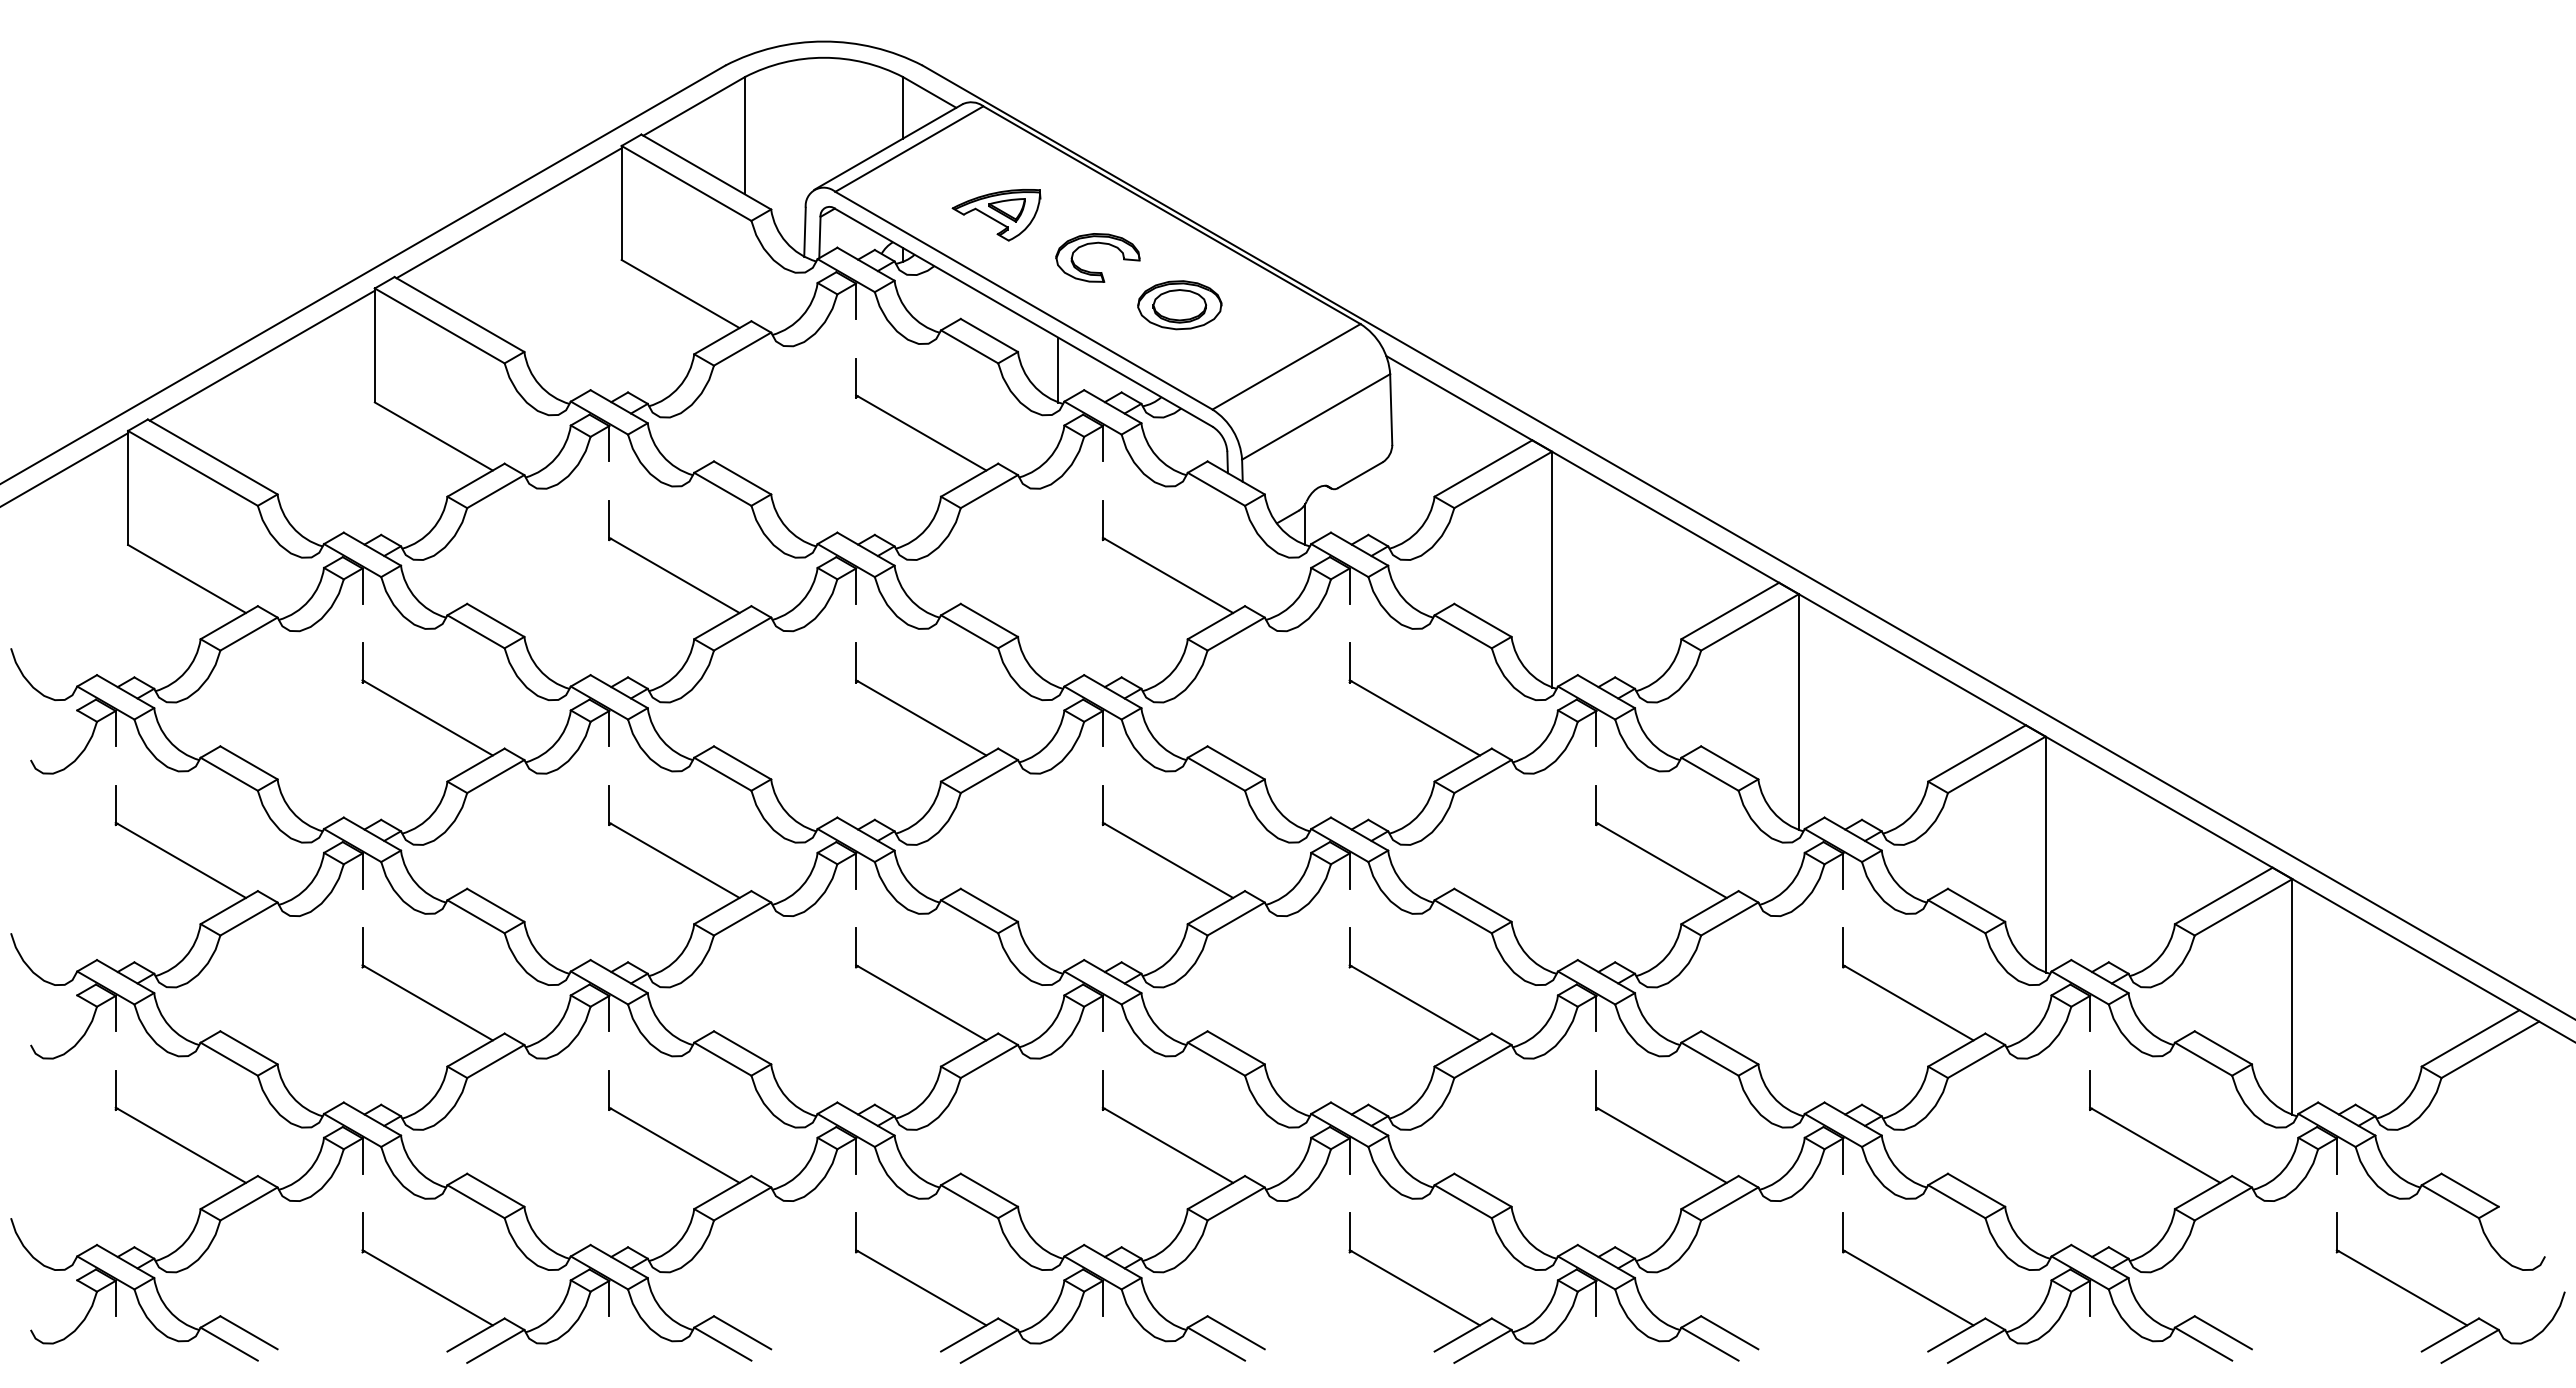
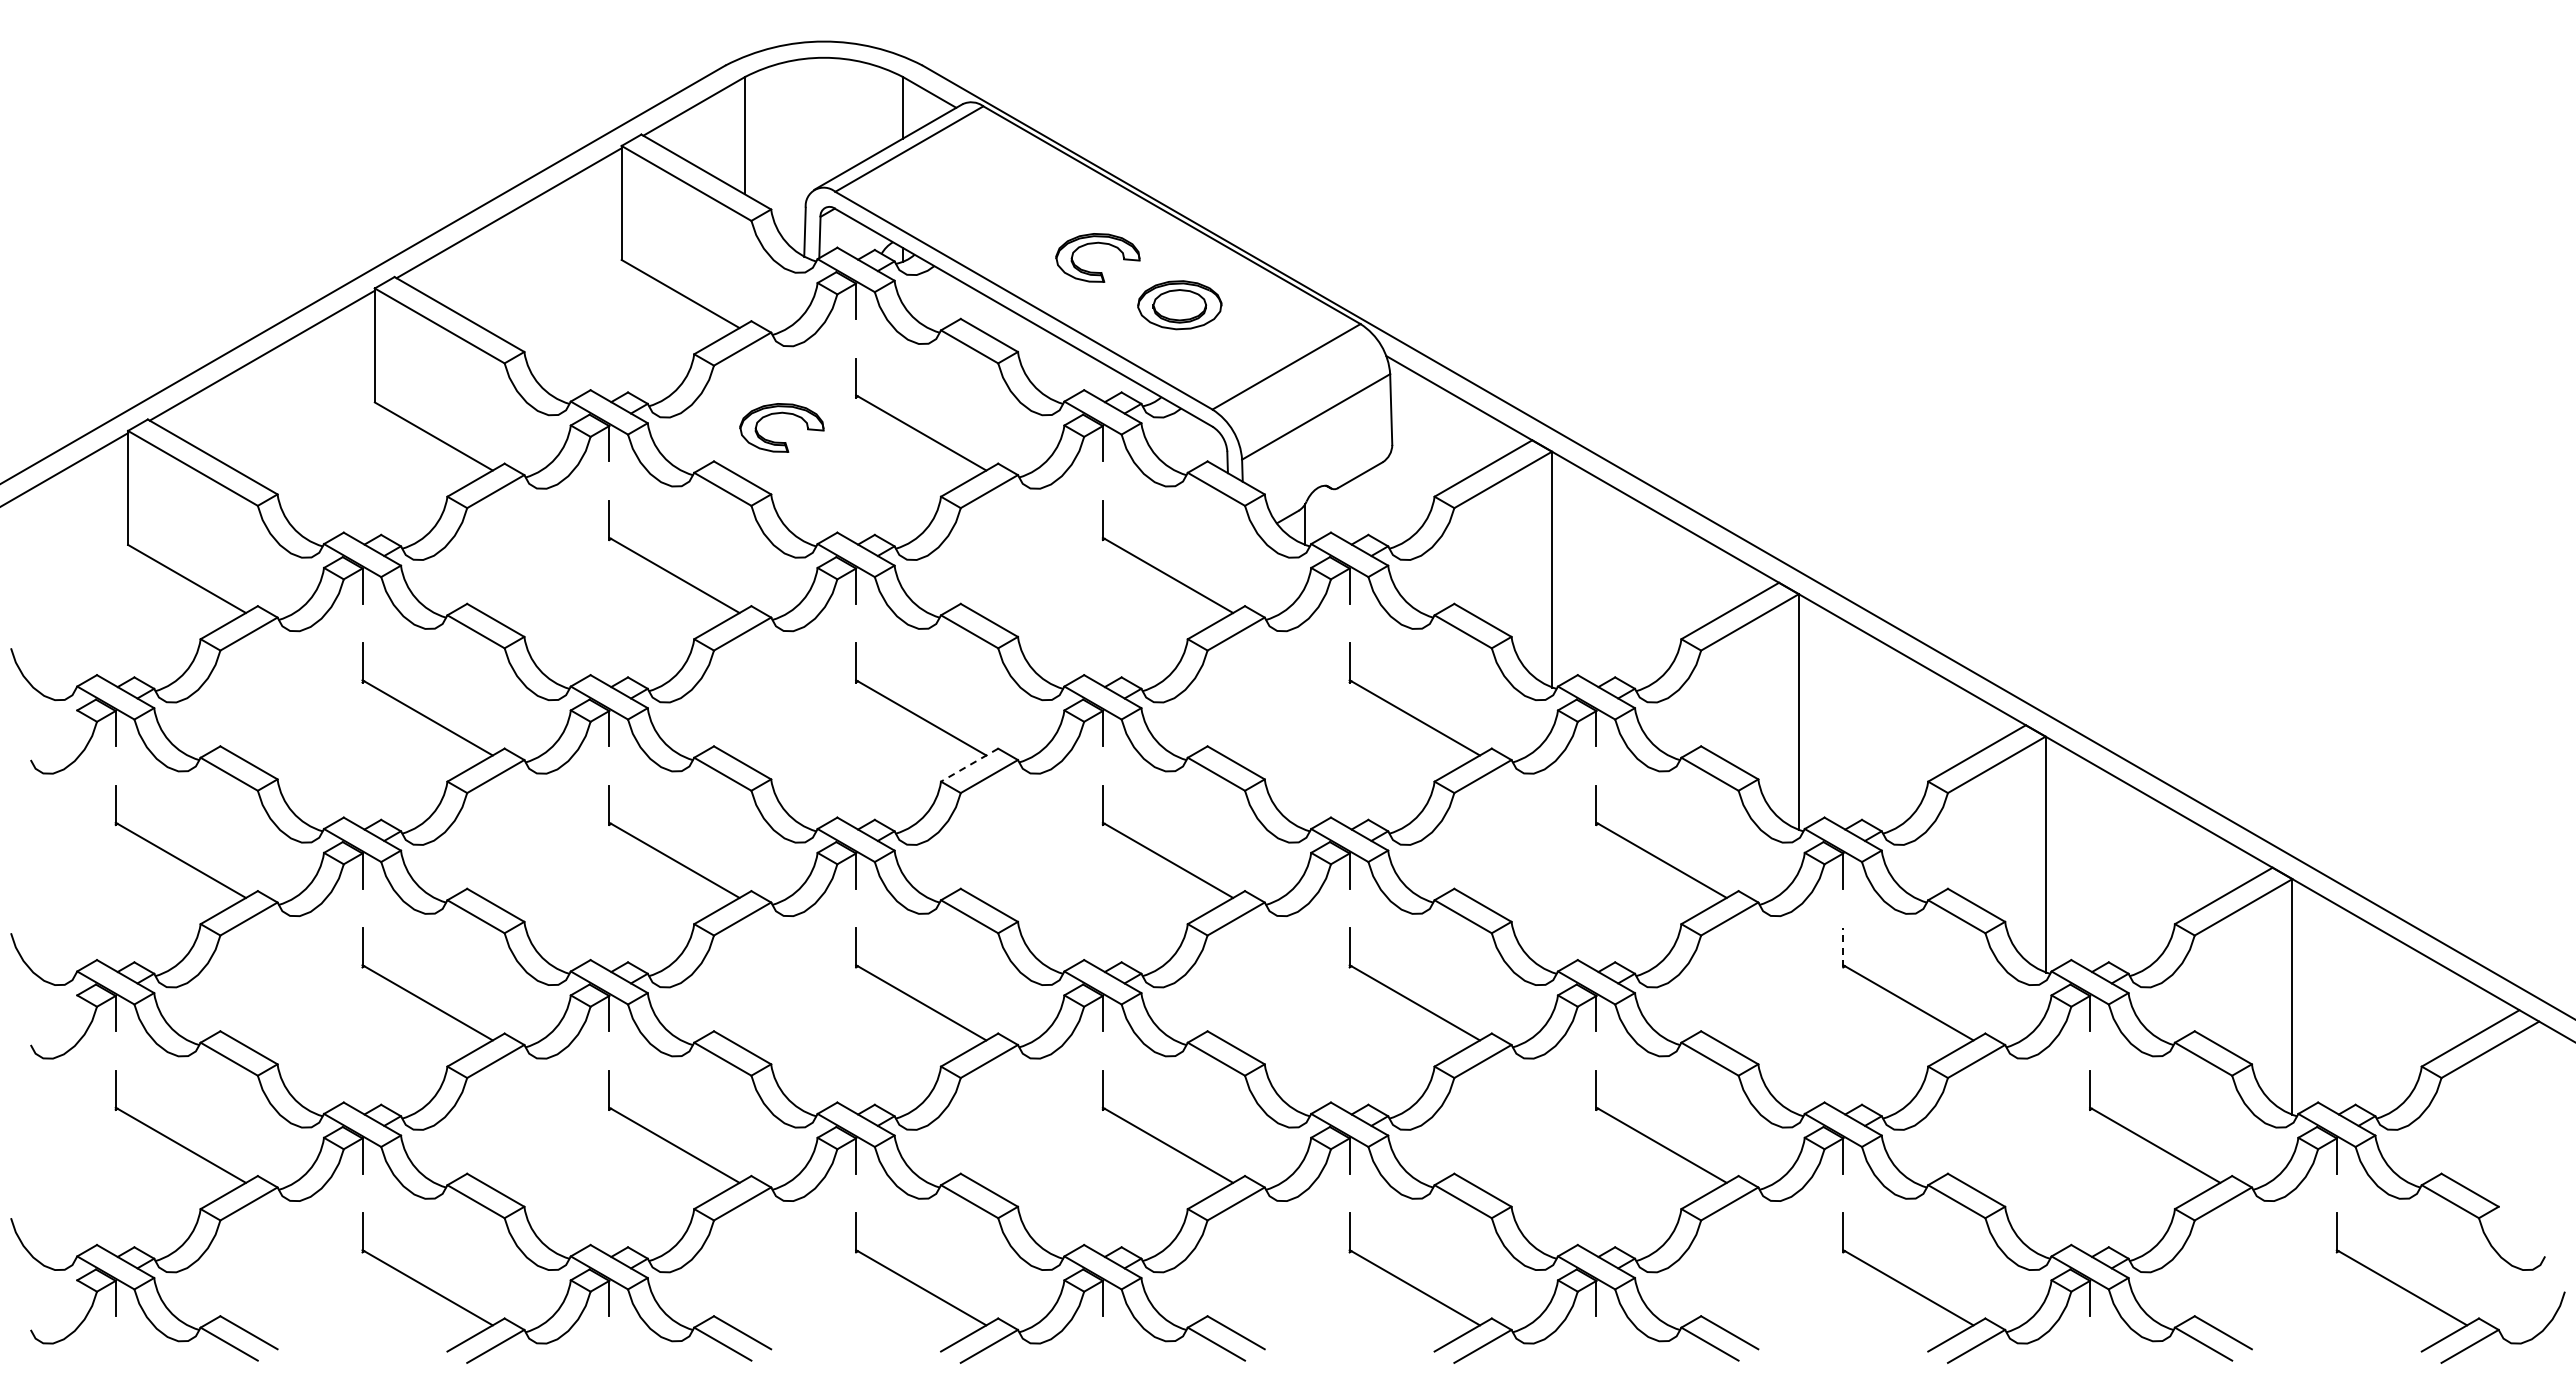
part at (996, 215): present -> none
line at (1058, 369): present -> none
part at (778, 414): none -> present
line at (969, 765): solid -> dashed
line at (1843, 947): solid -> dashed
